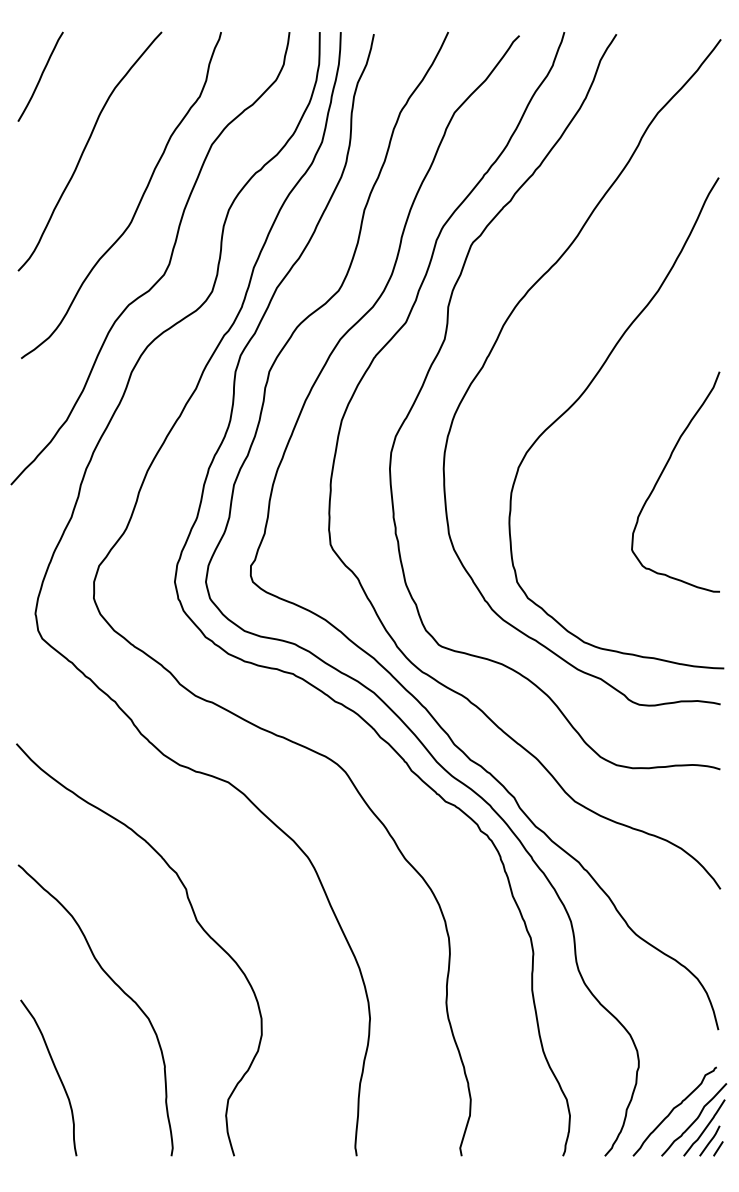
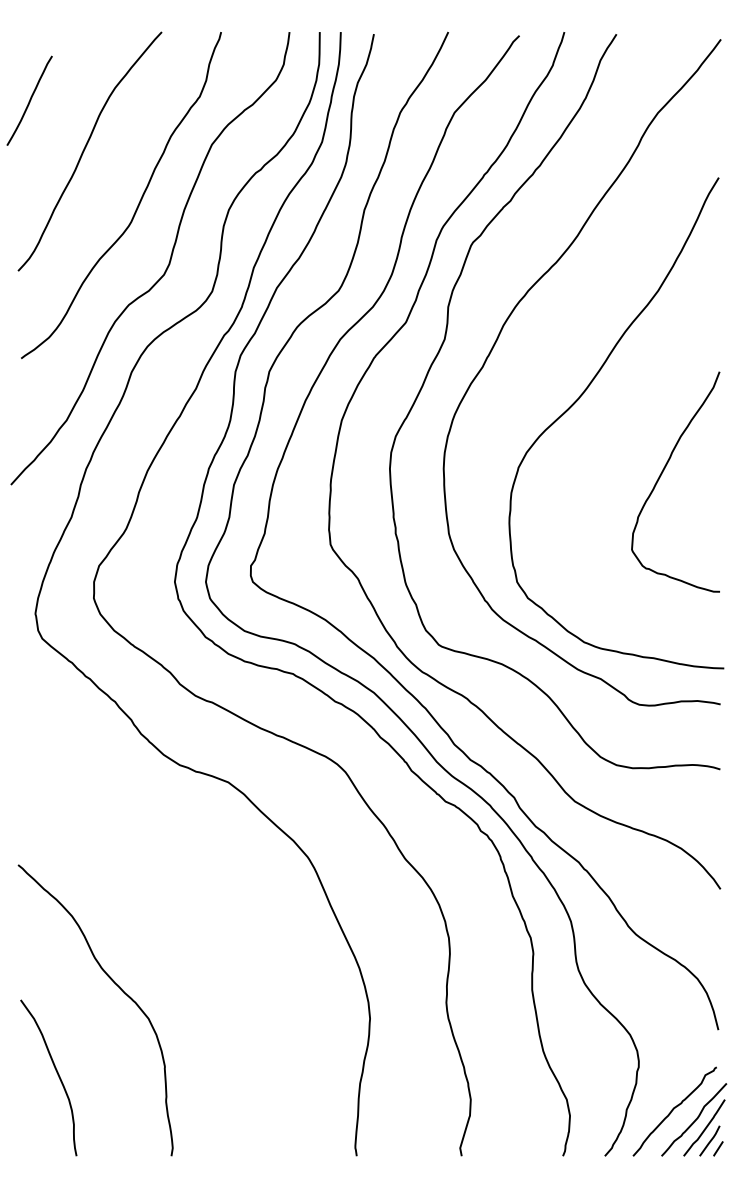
curve at (40, 76) position: (40, 76) -> (29, 100)
curve at (195, 920): present -> none
